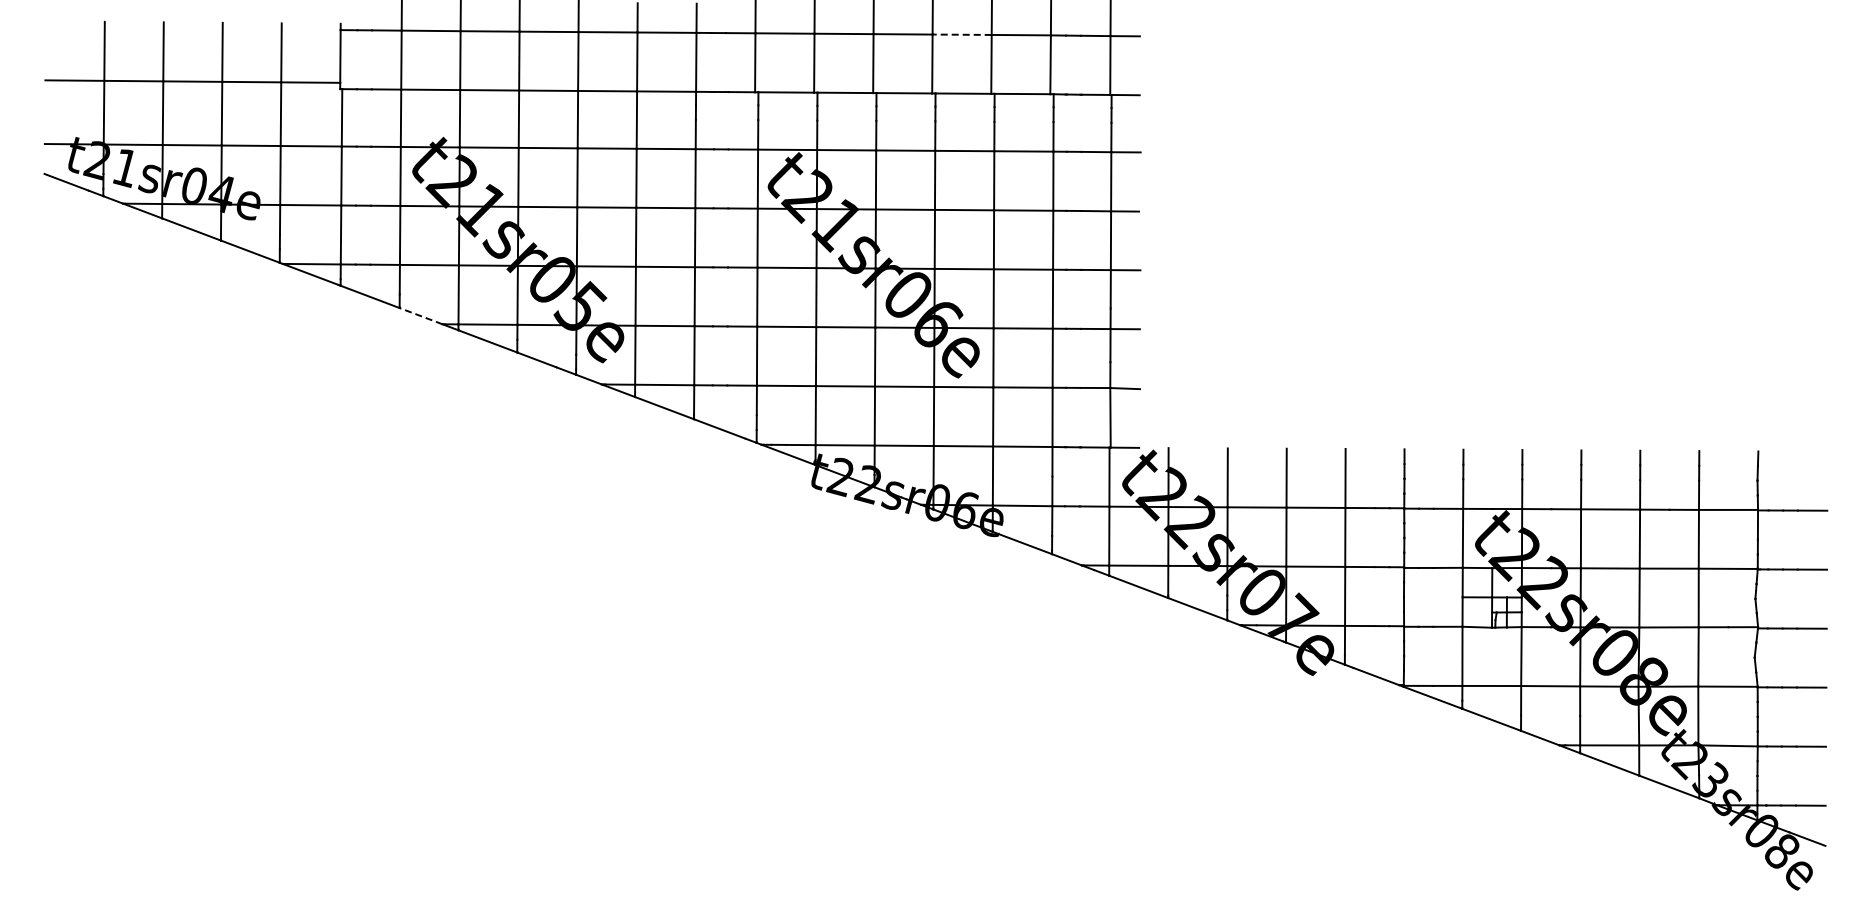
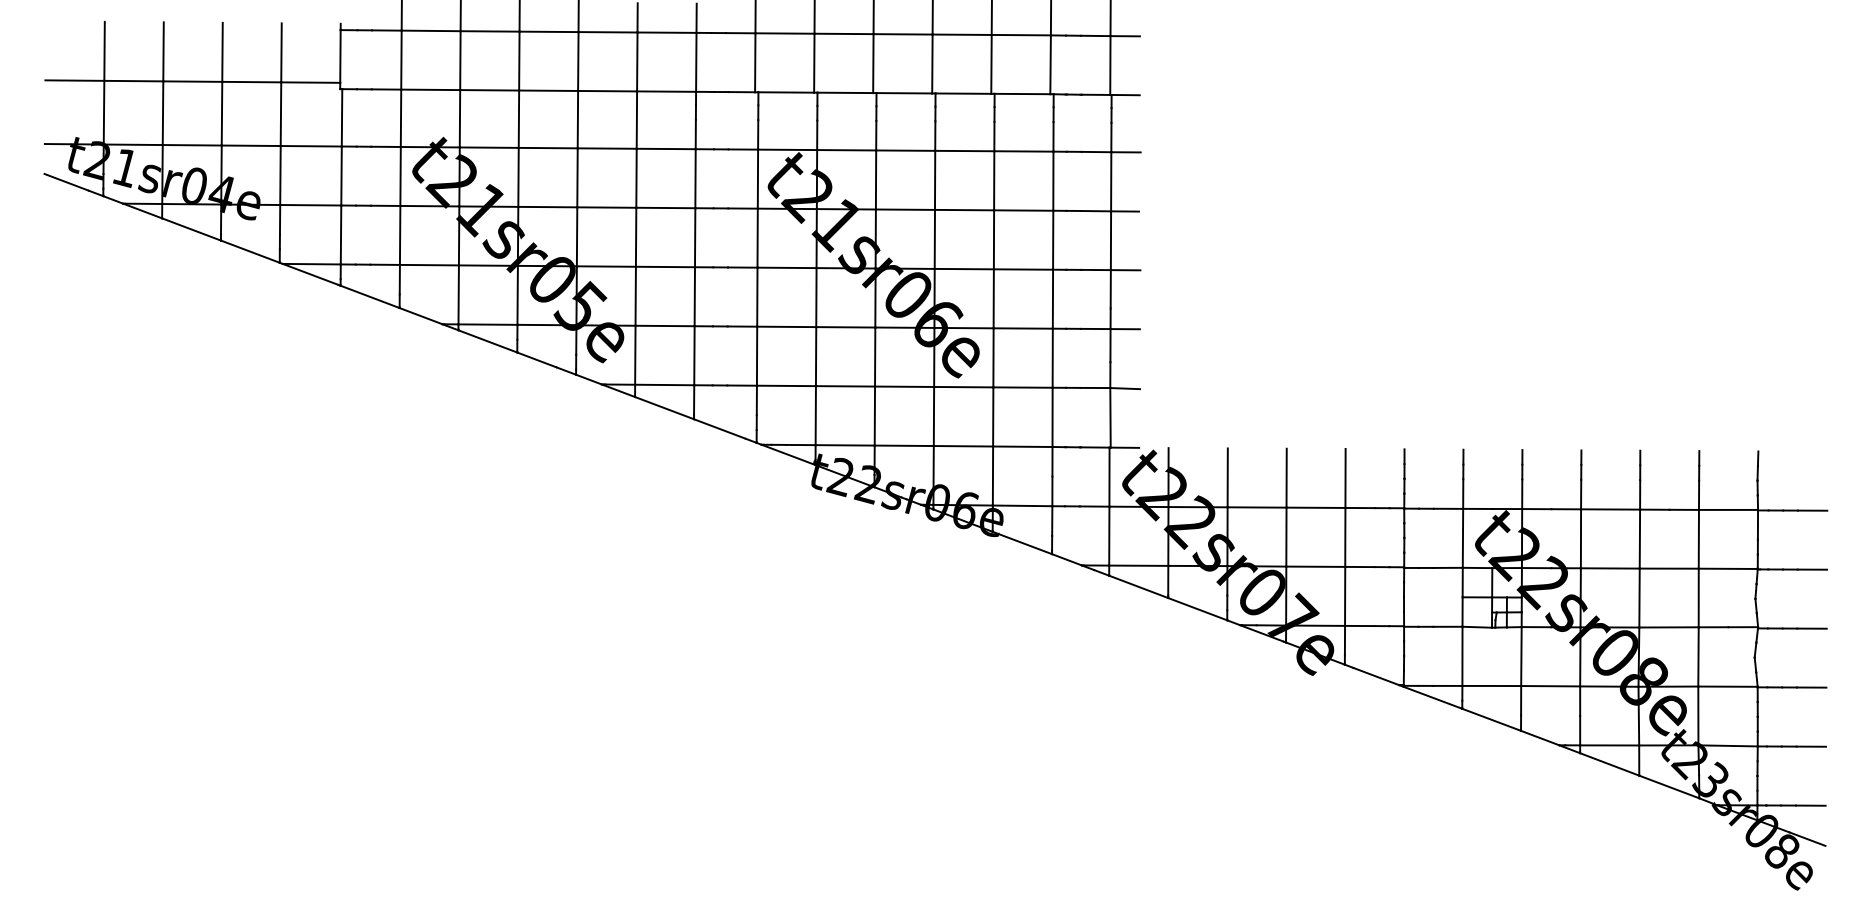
line at (962, 34): dashed -> solid
line at (421, 316): dashed -> solid
